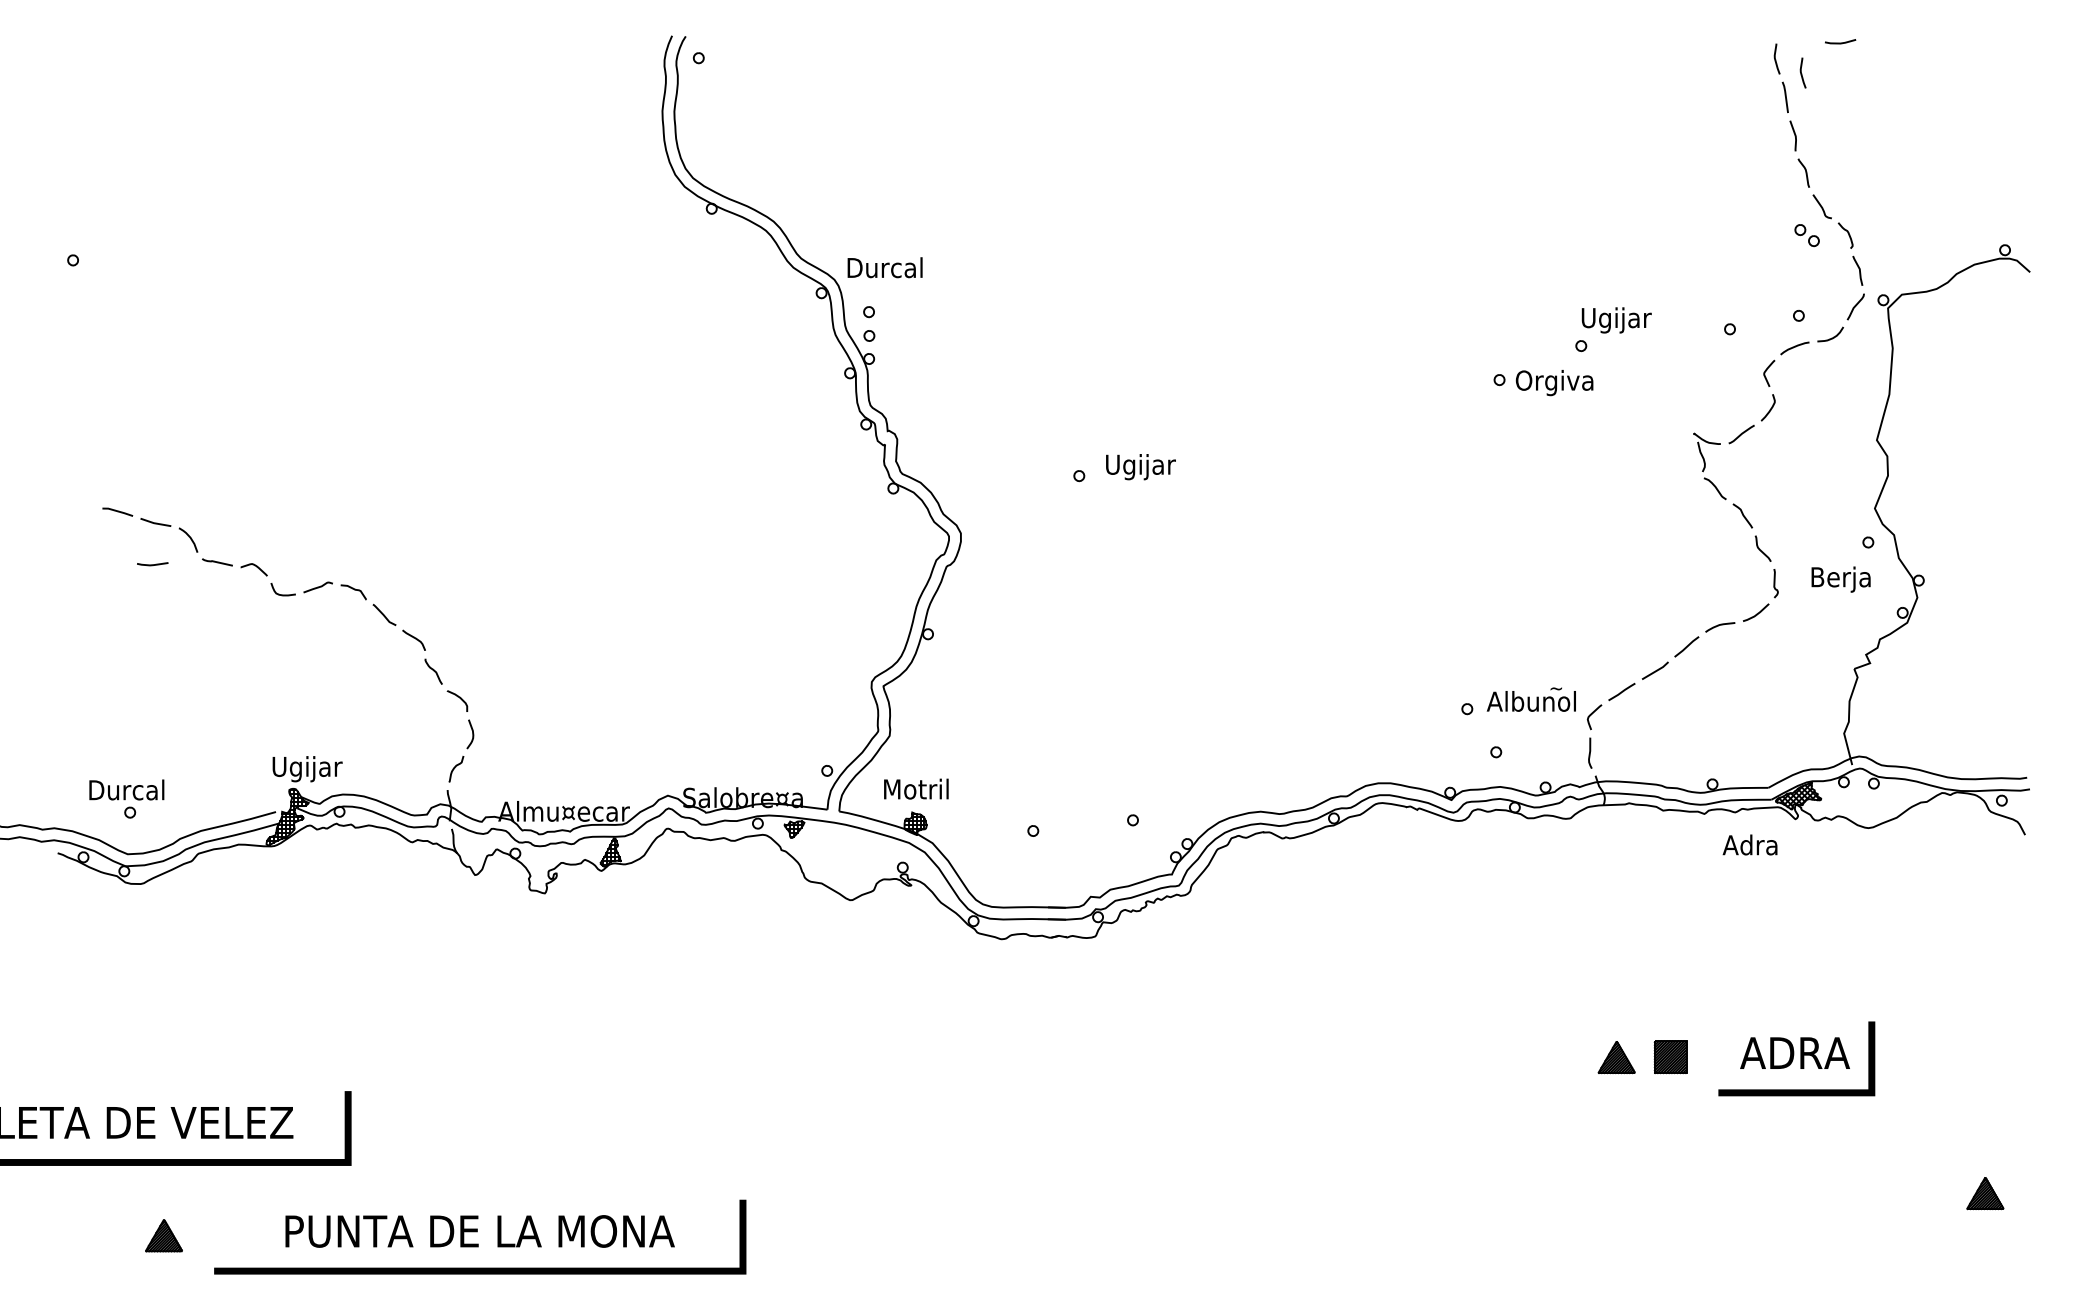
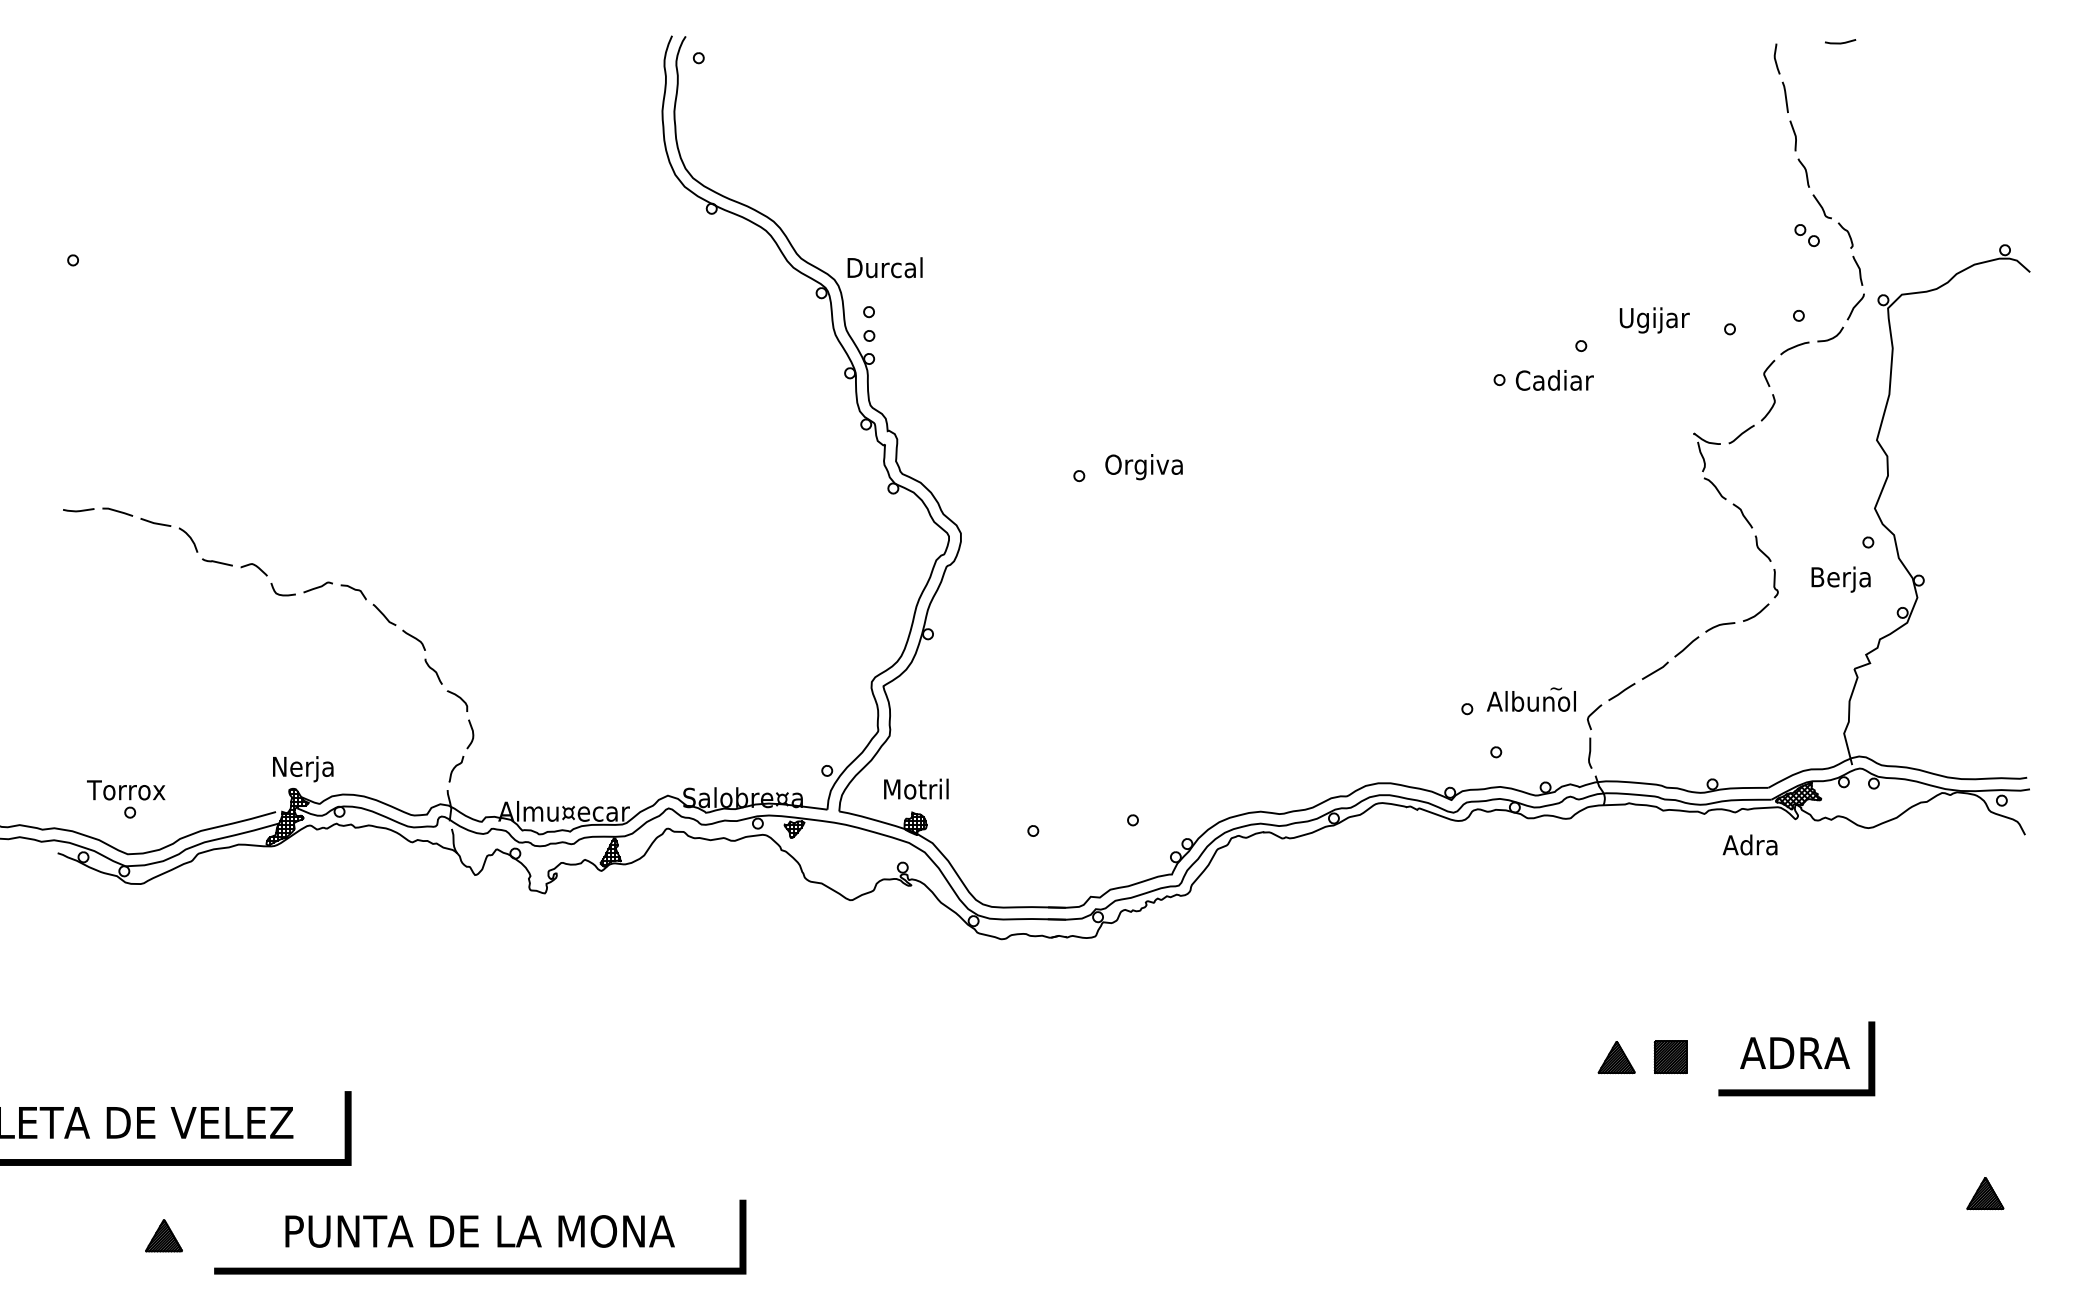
curve at (1801, 72): present -> none
text at (1616, 320) position: (1616, 320) -> (1654, 320)
text at (1557, 382): Orgiva -> Cadiar
text at (1143, 467): Ugijar -> Orgiva
line at (152, 564) position: (152, 564) -> (78, 510)
text at (307, 769): Ugijar -> Nerja
text at (126, 789): Durcal -> Torrox
